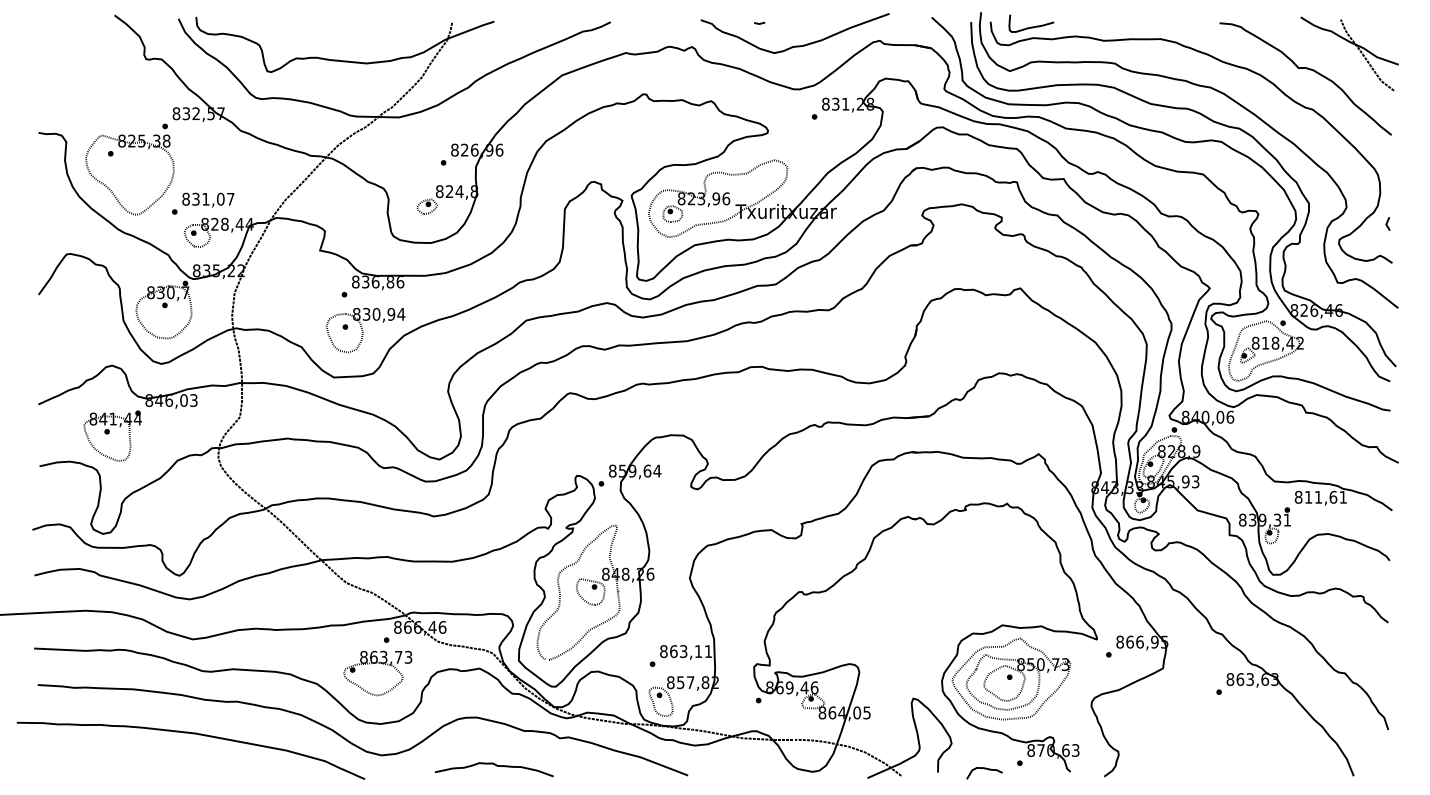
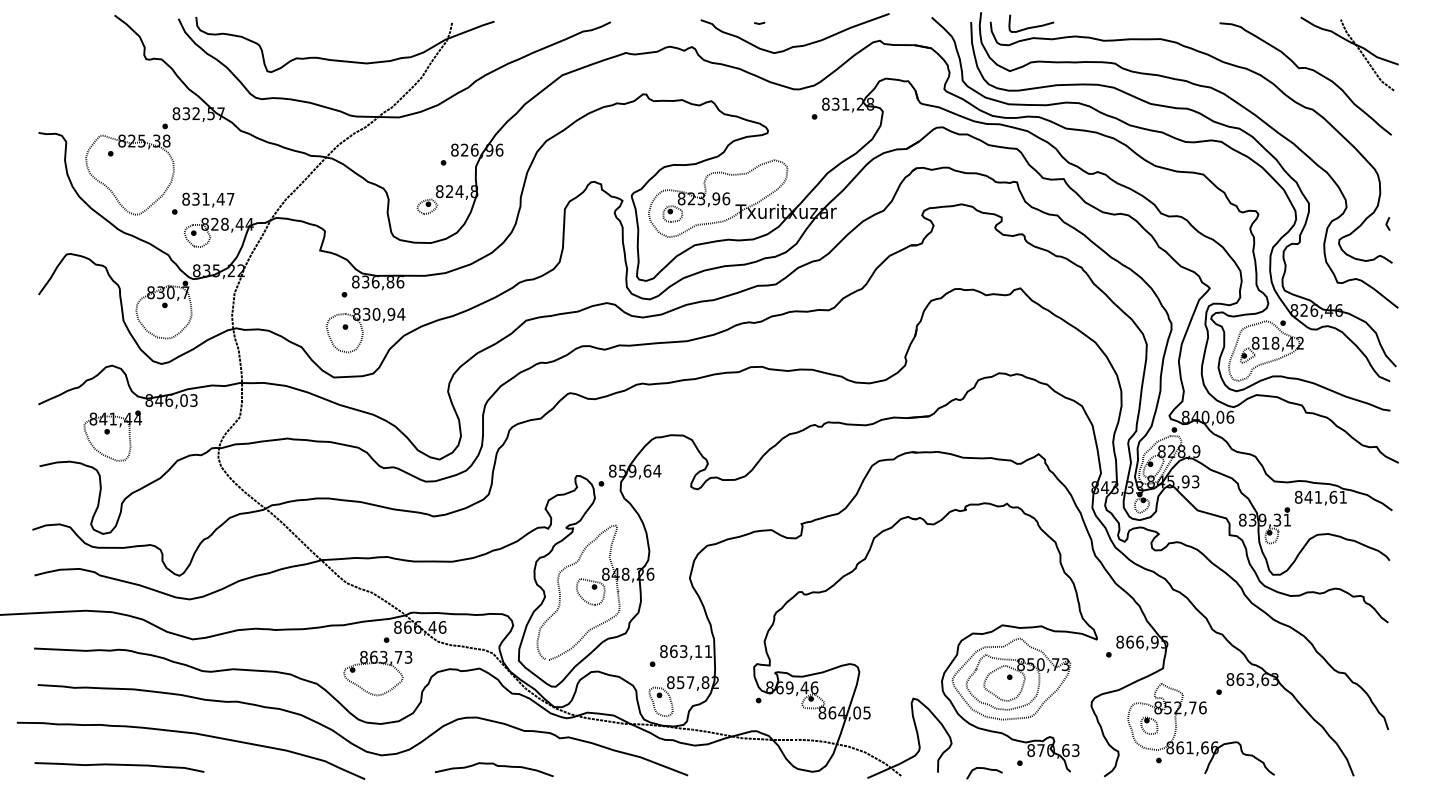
text at (220, 198): 831,07 -> 831,47
text at (1308, 497): 811,61 -> 841,61
part at (1204, 741): none -> present
curve at (119, 765): none -> present
